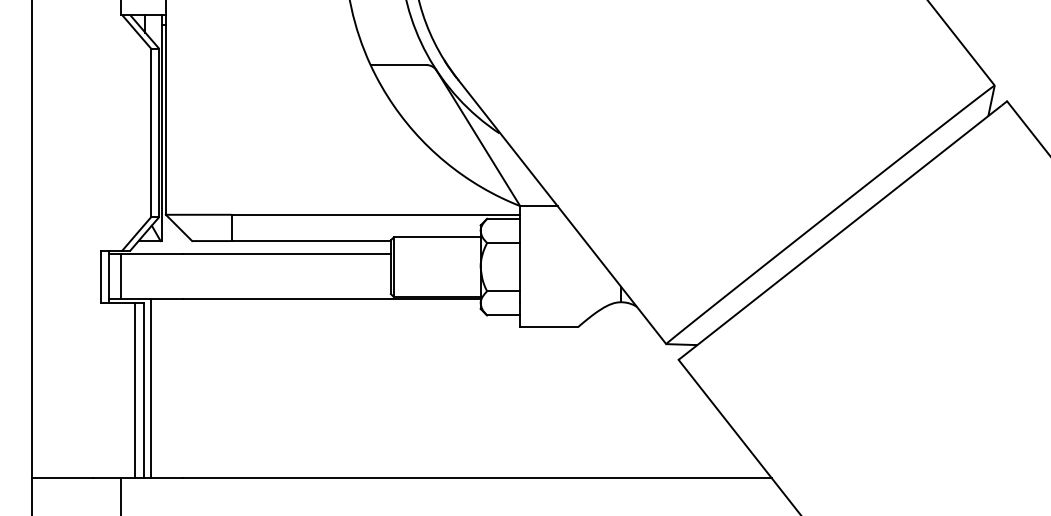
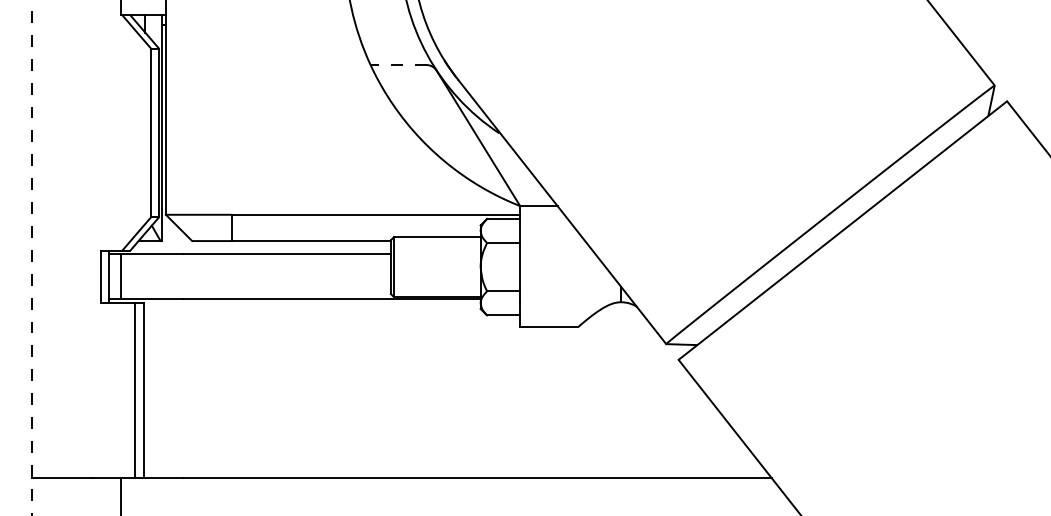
line at (398, 65): solid -> dashed
line at (31, 258): solid -> dashed
line at (150, 388): present -> none
